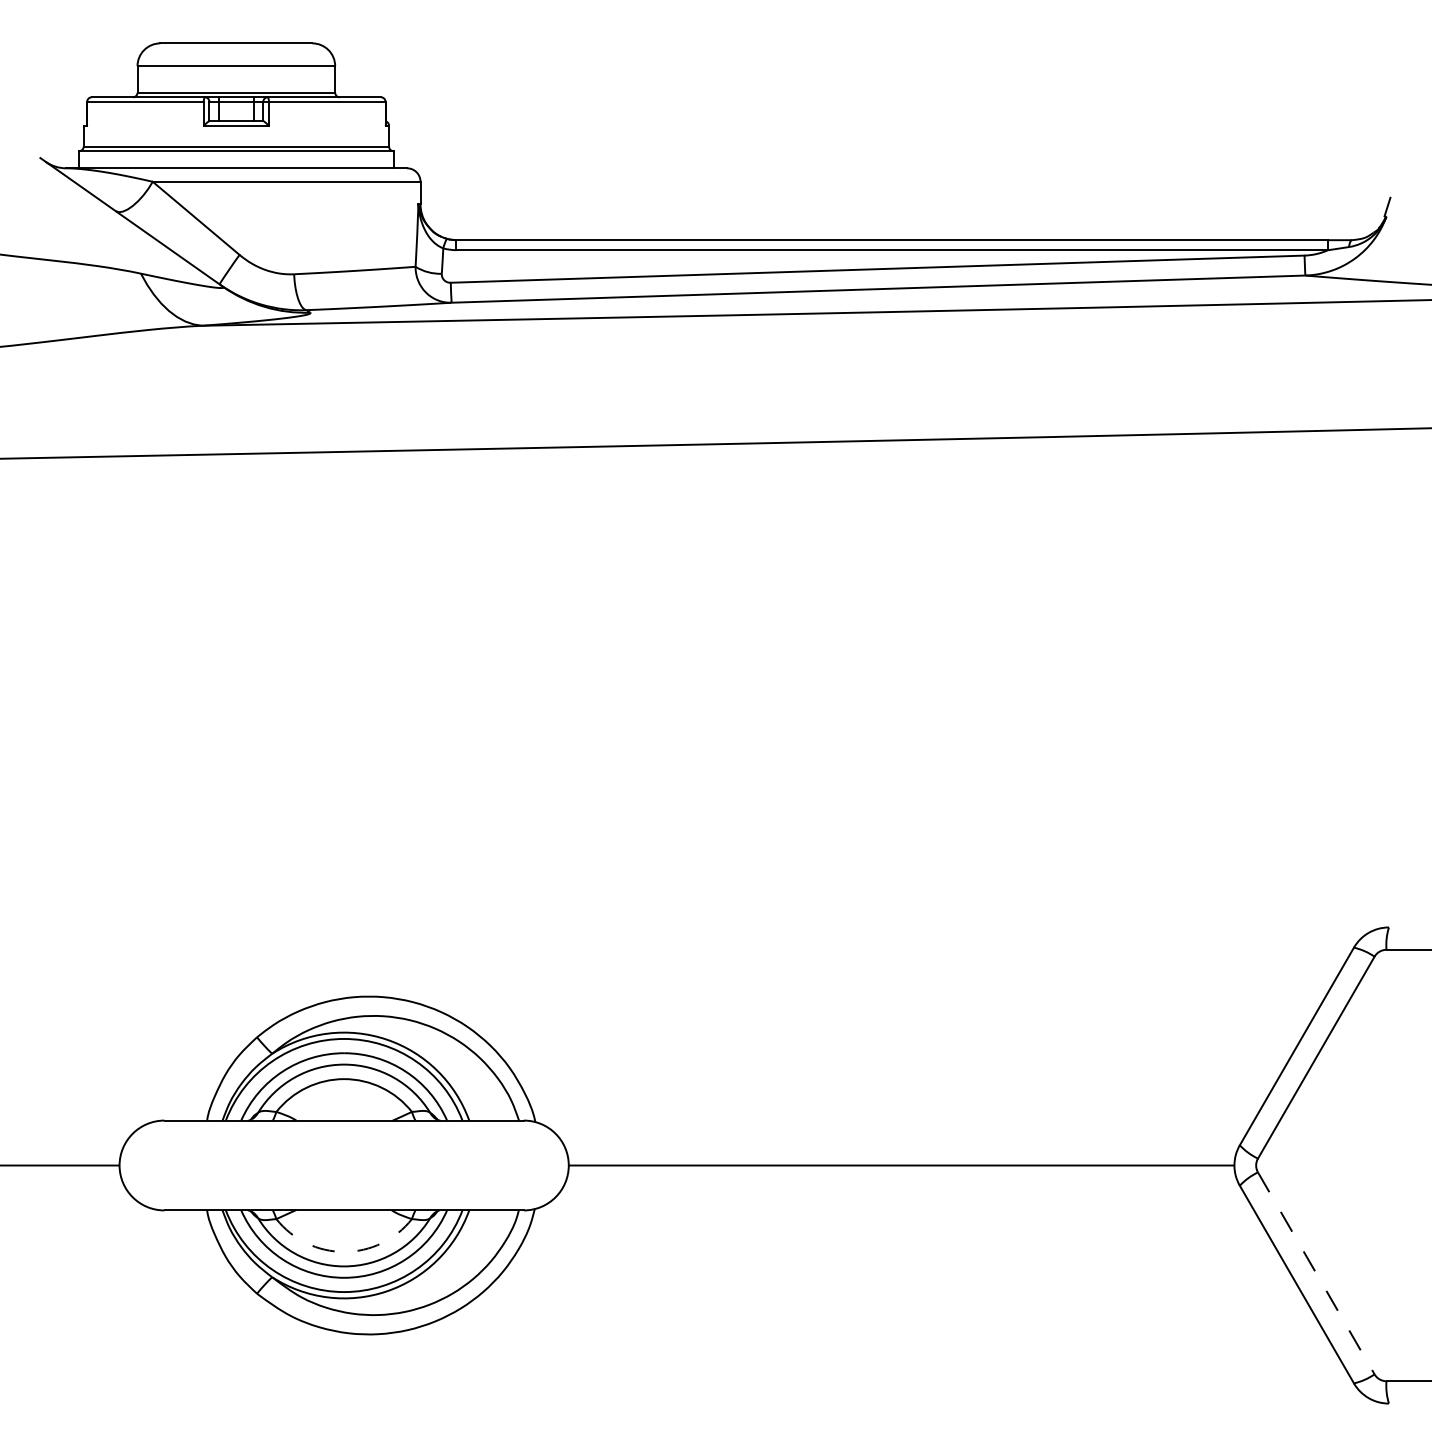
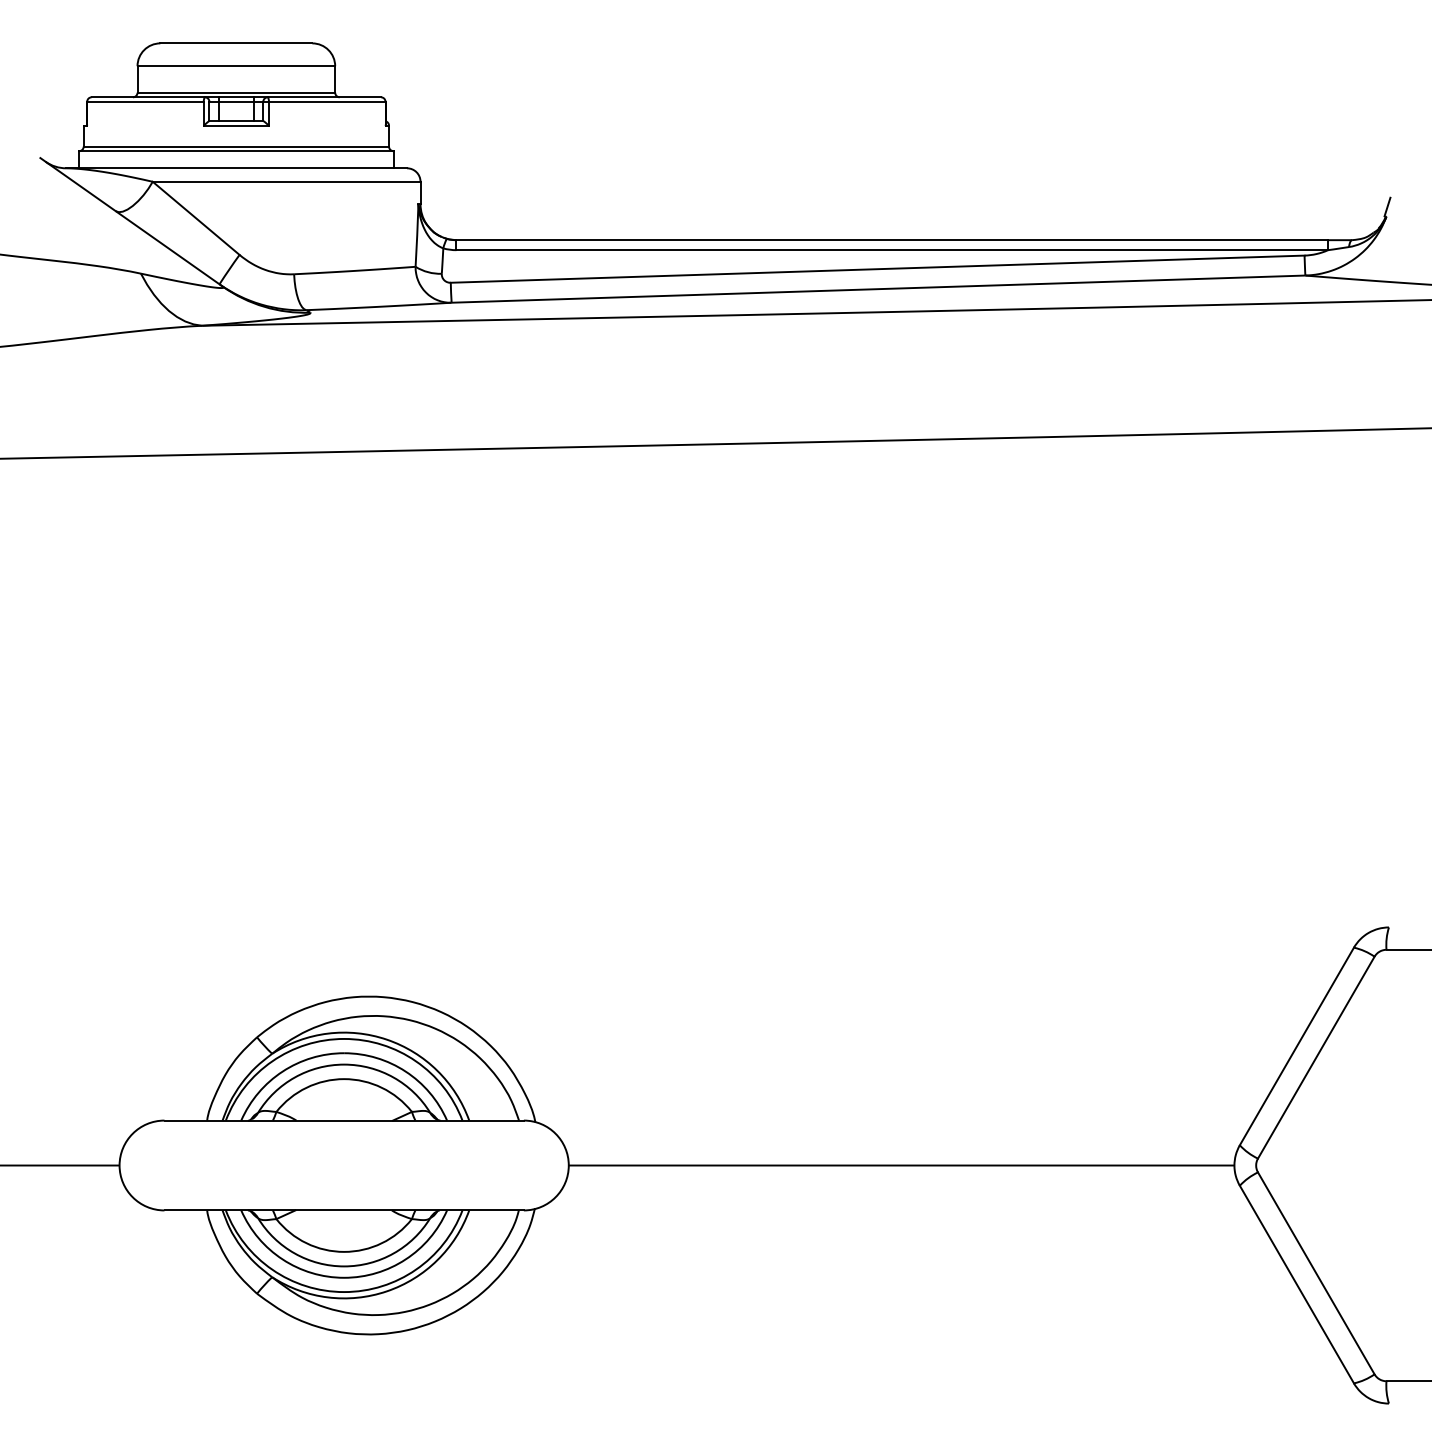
arc at (344, 1251): dashed -> solid
line at (1316, 1273): dashed -> solid
